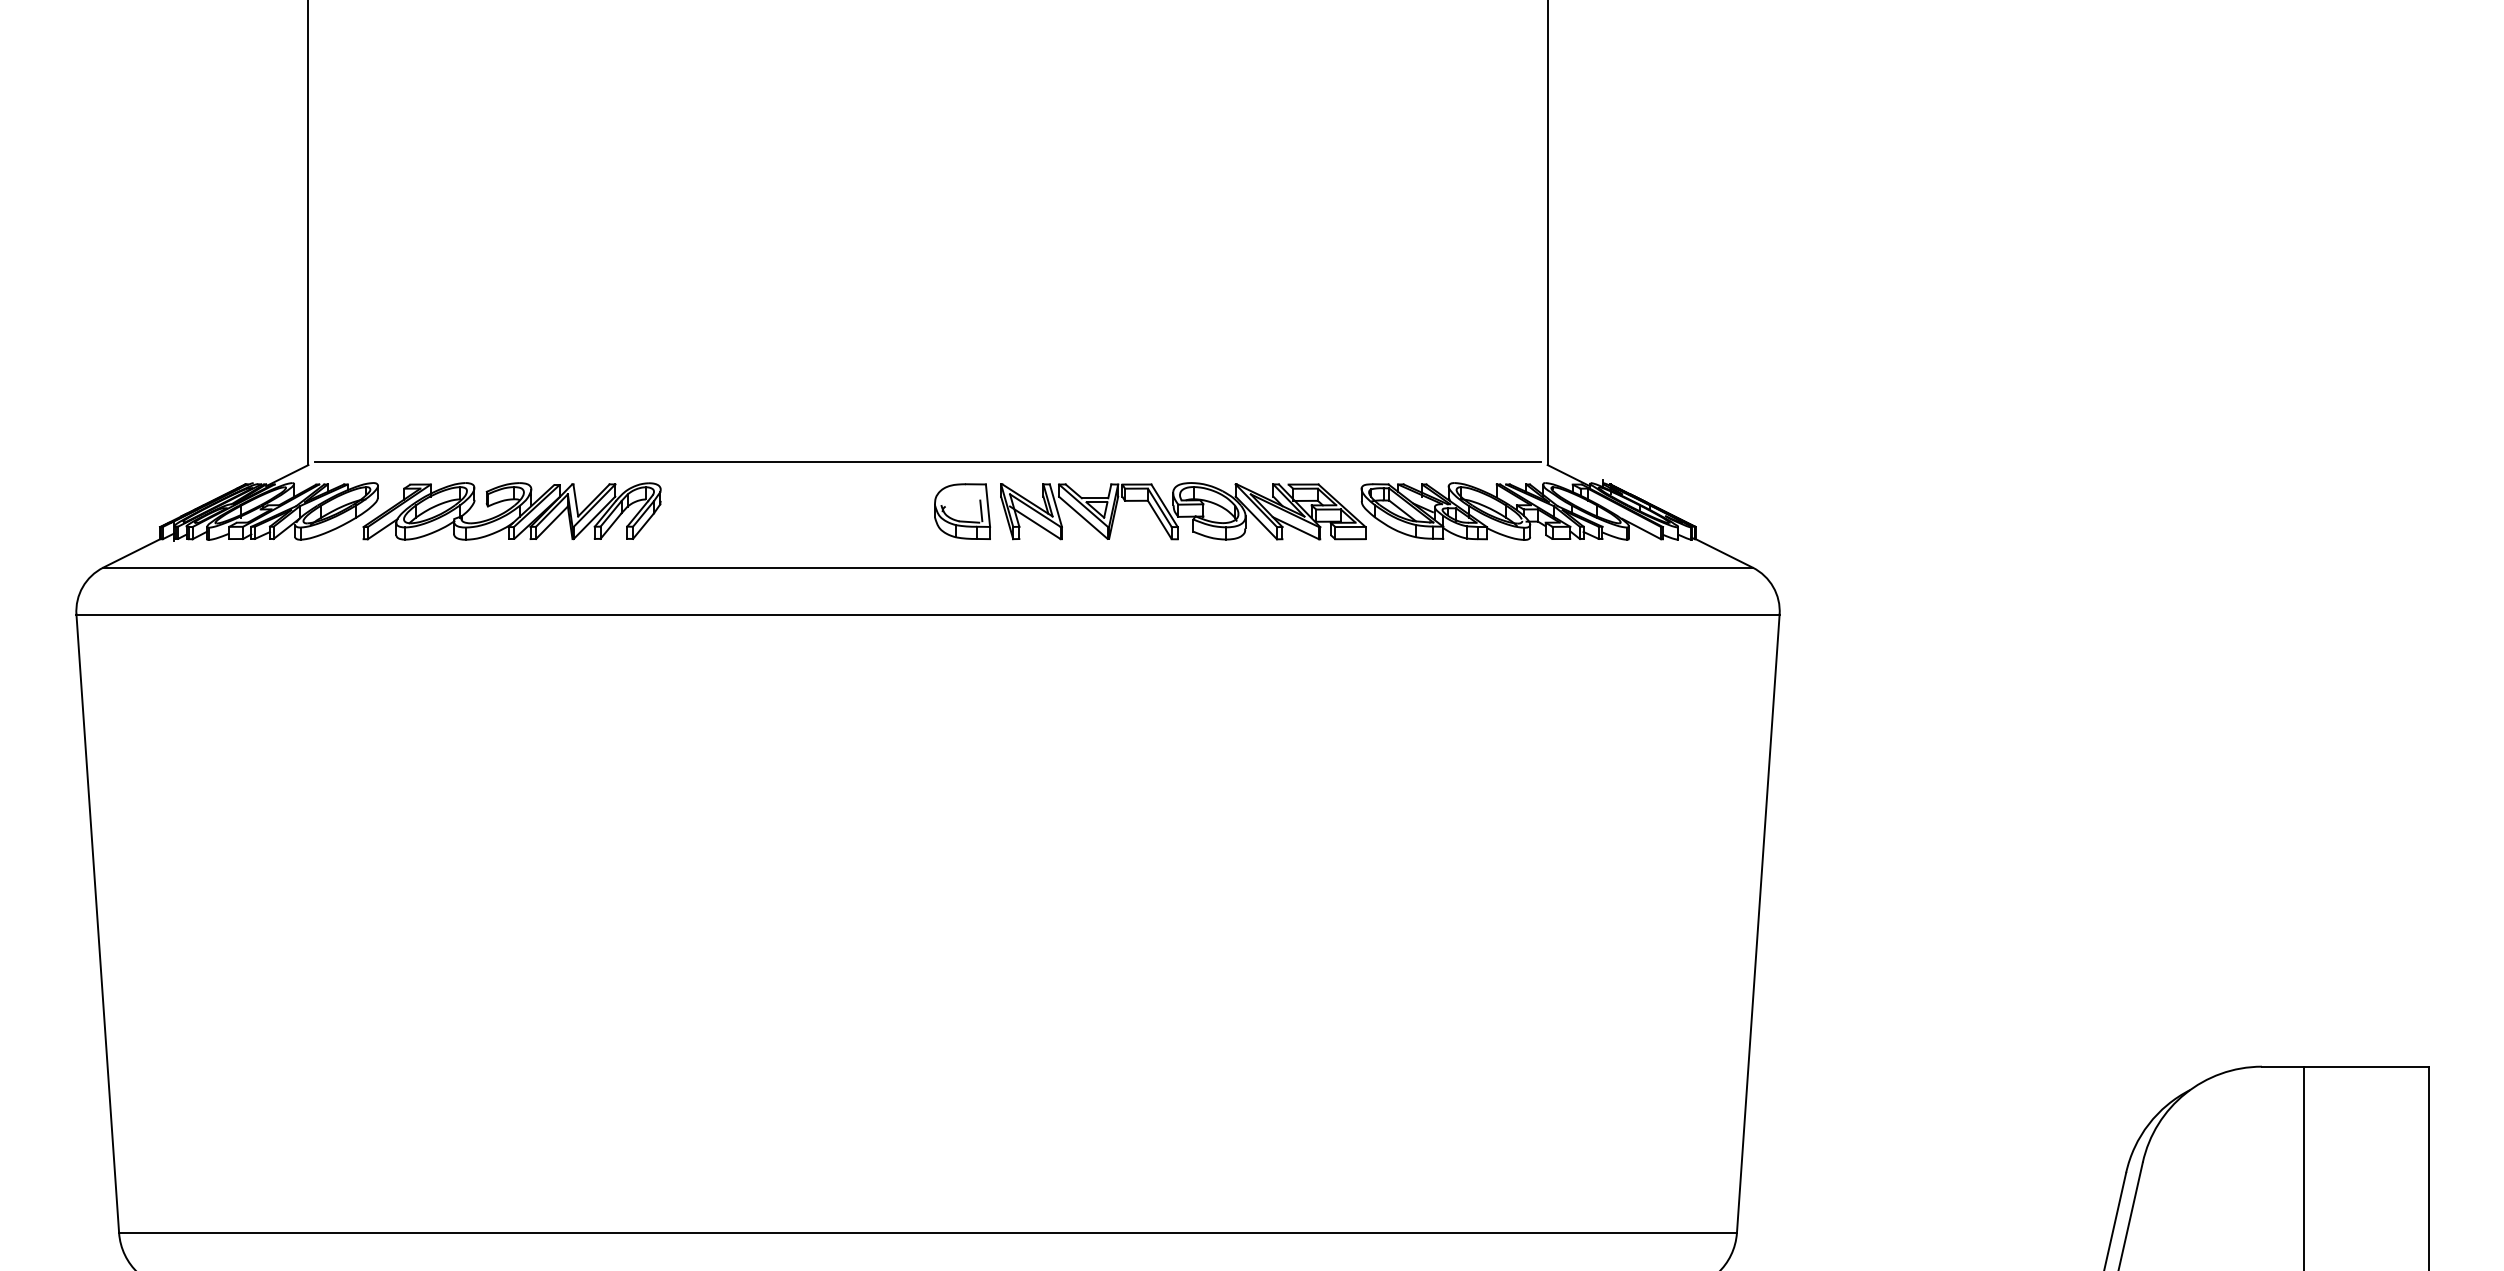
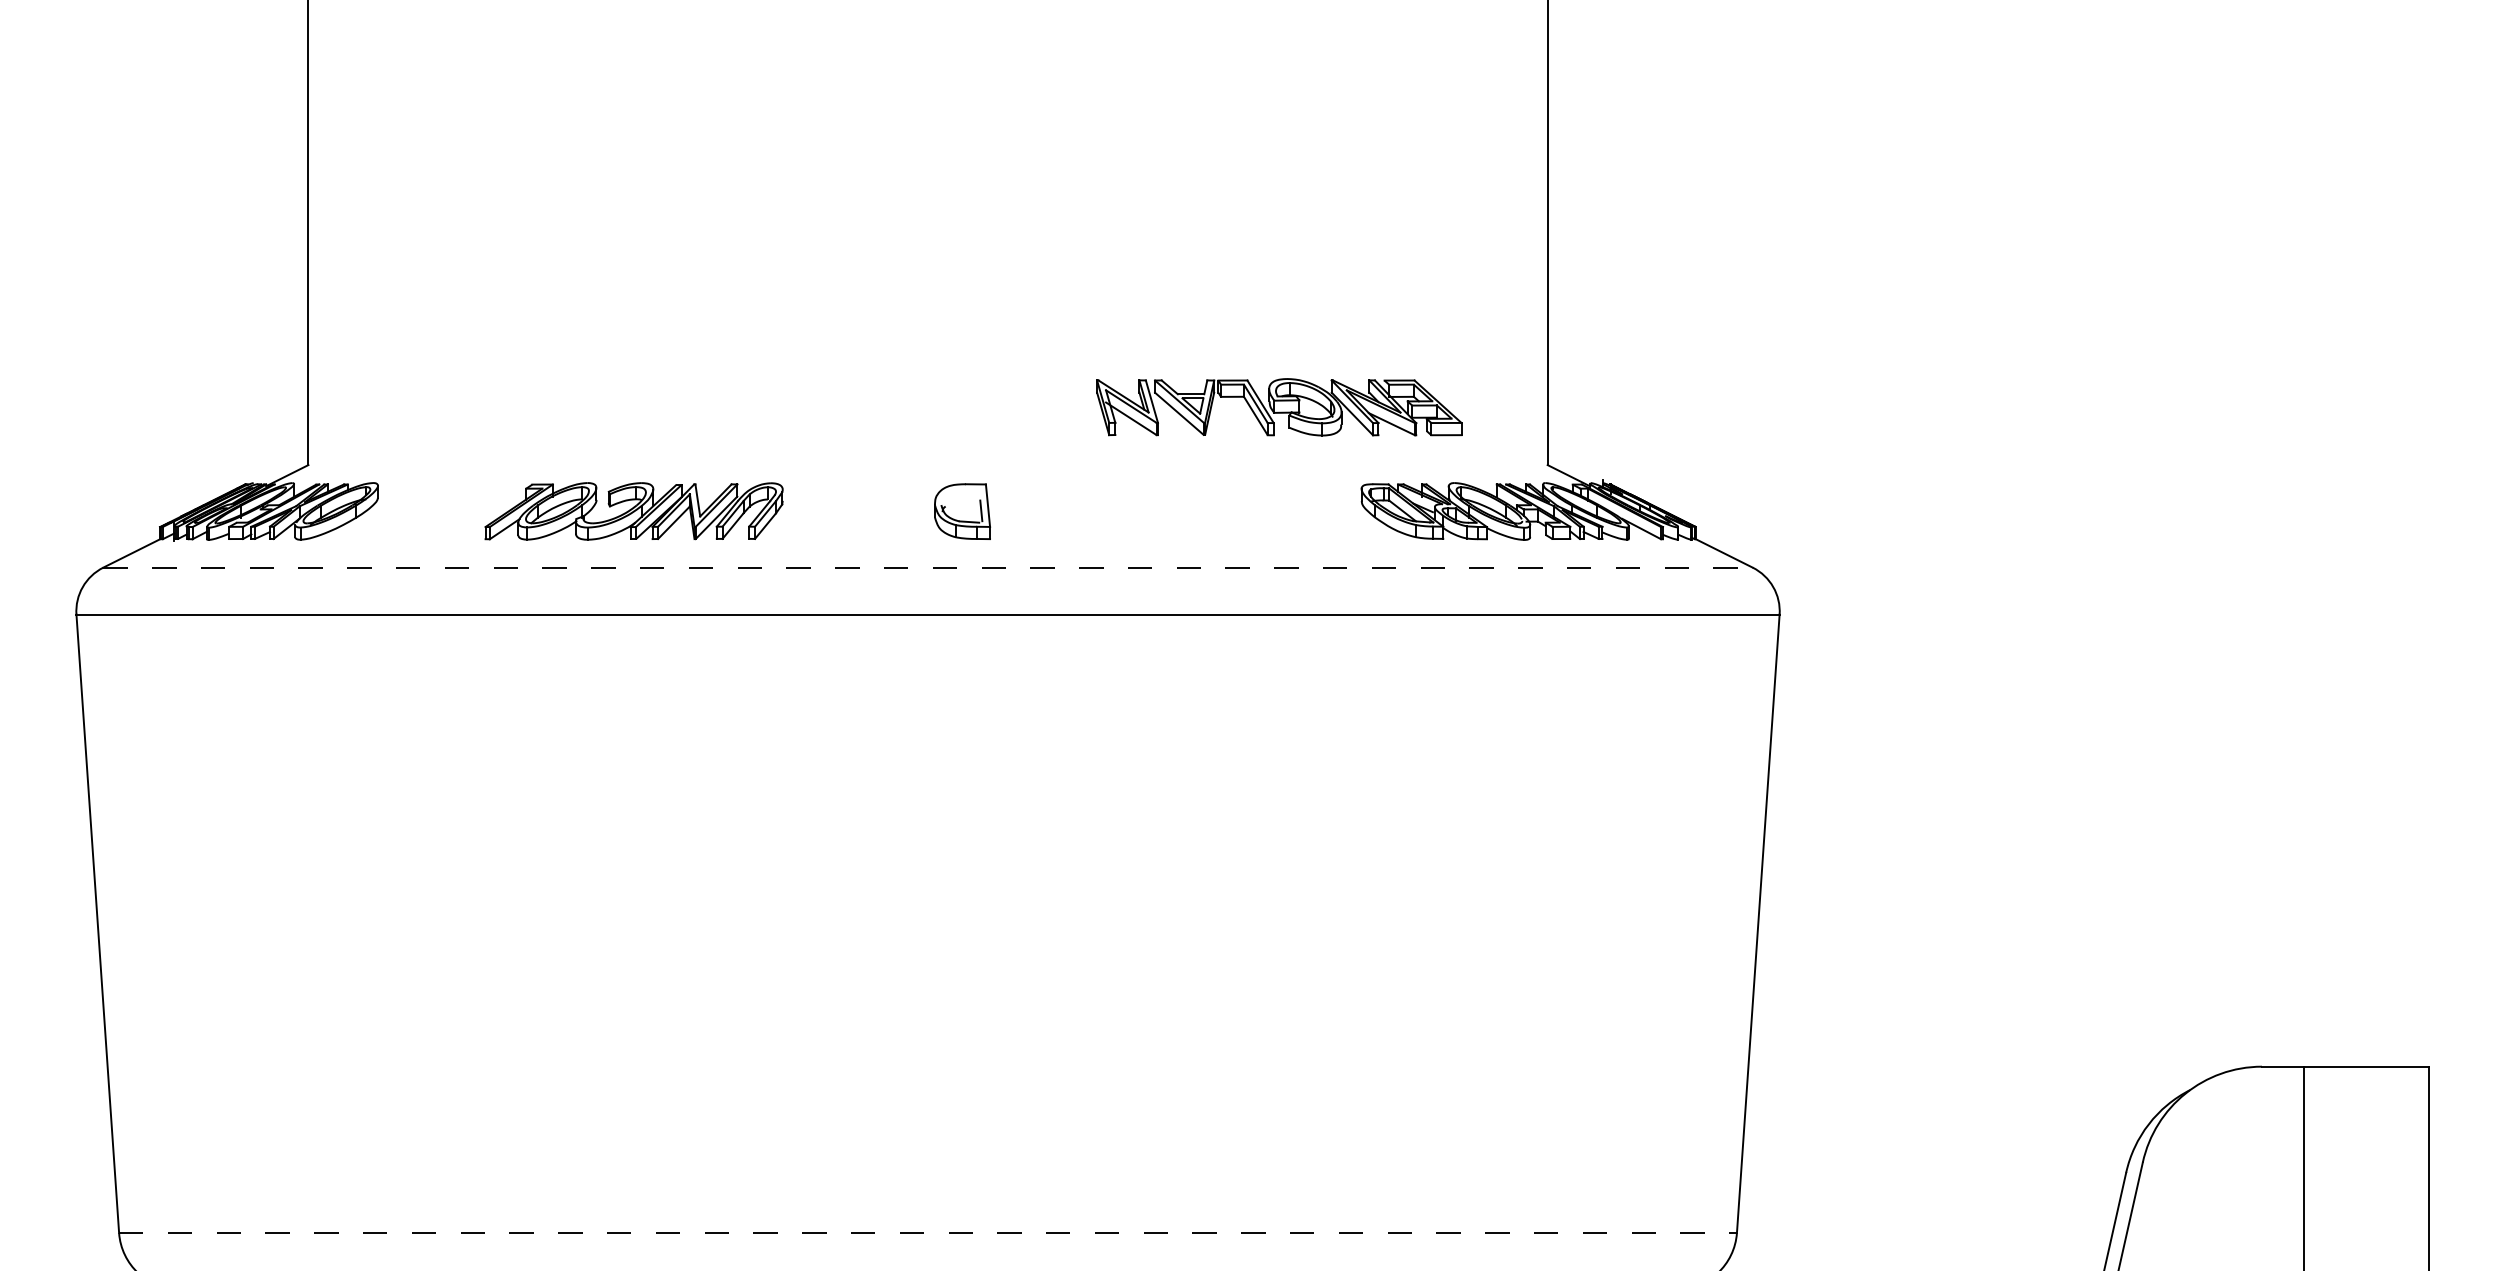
line at (927, 462): present -> none
part at (511, 511) position: (511, 511) -> (633, 511)
part at (1183, 511) position: (1183, 511) -> (1279, 407)
line at (928, 567): solid -> dashed
line at (928, 1232): solid -> dashed
